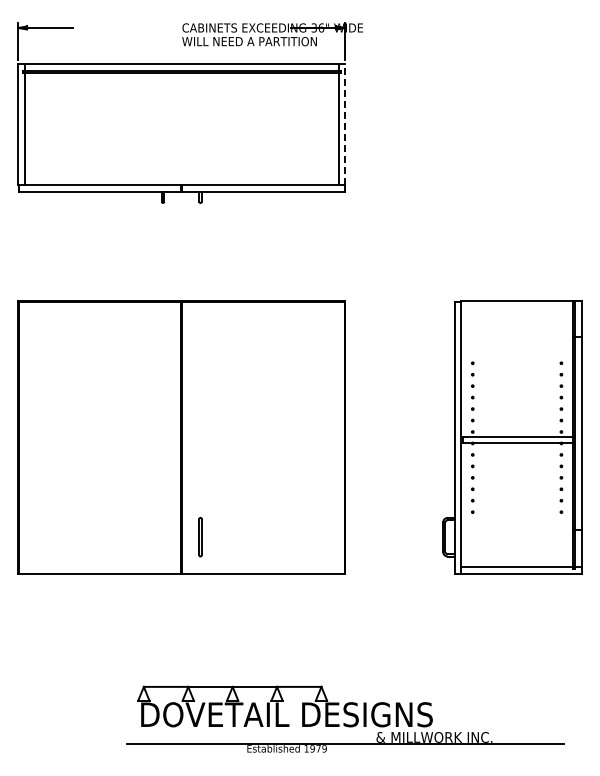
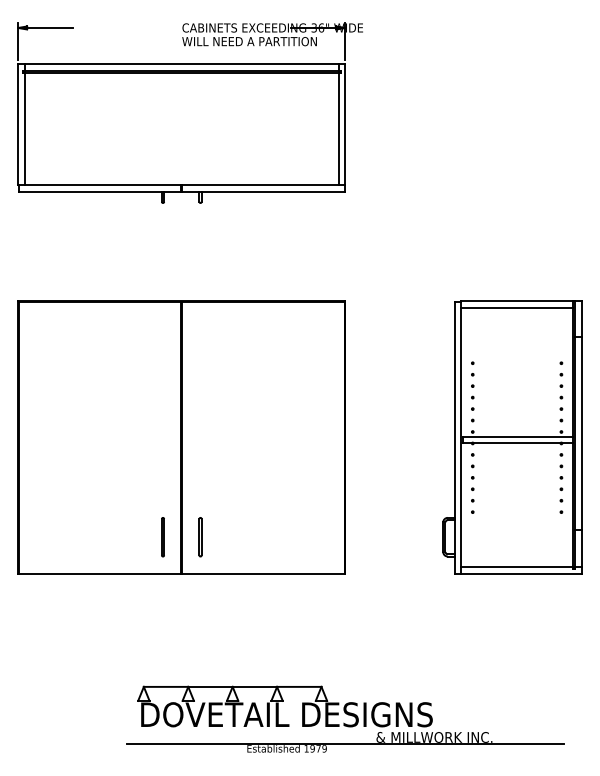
line at (345, 124): dashed -> solid
line at (516, 307): none -> present
line at (162, 537): none -> present
